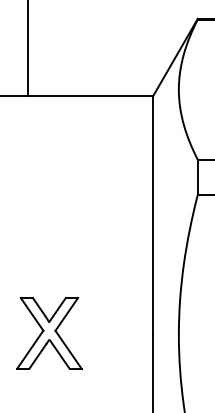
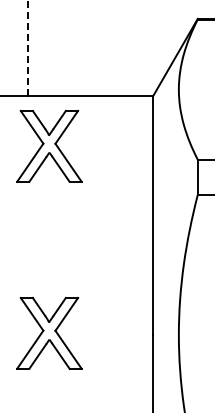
line at (27, 48): solid -> dashed
part at (49, 145): none -> present
